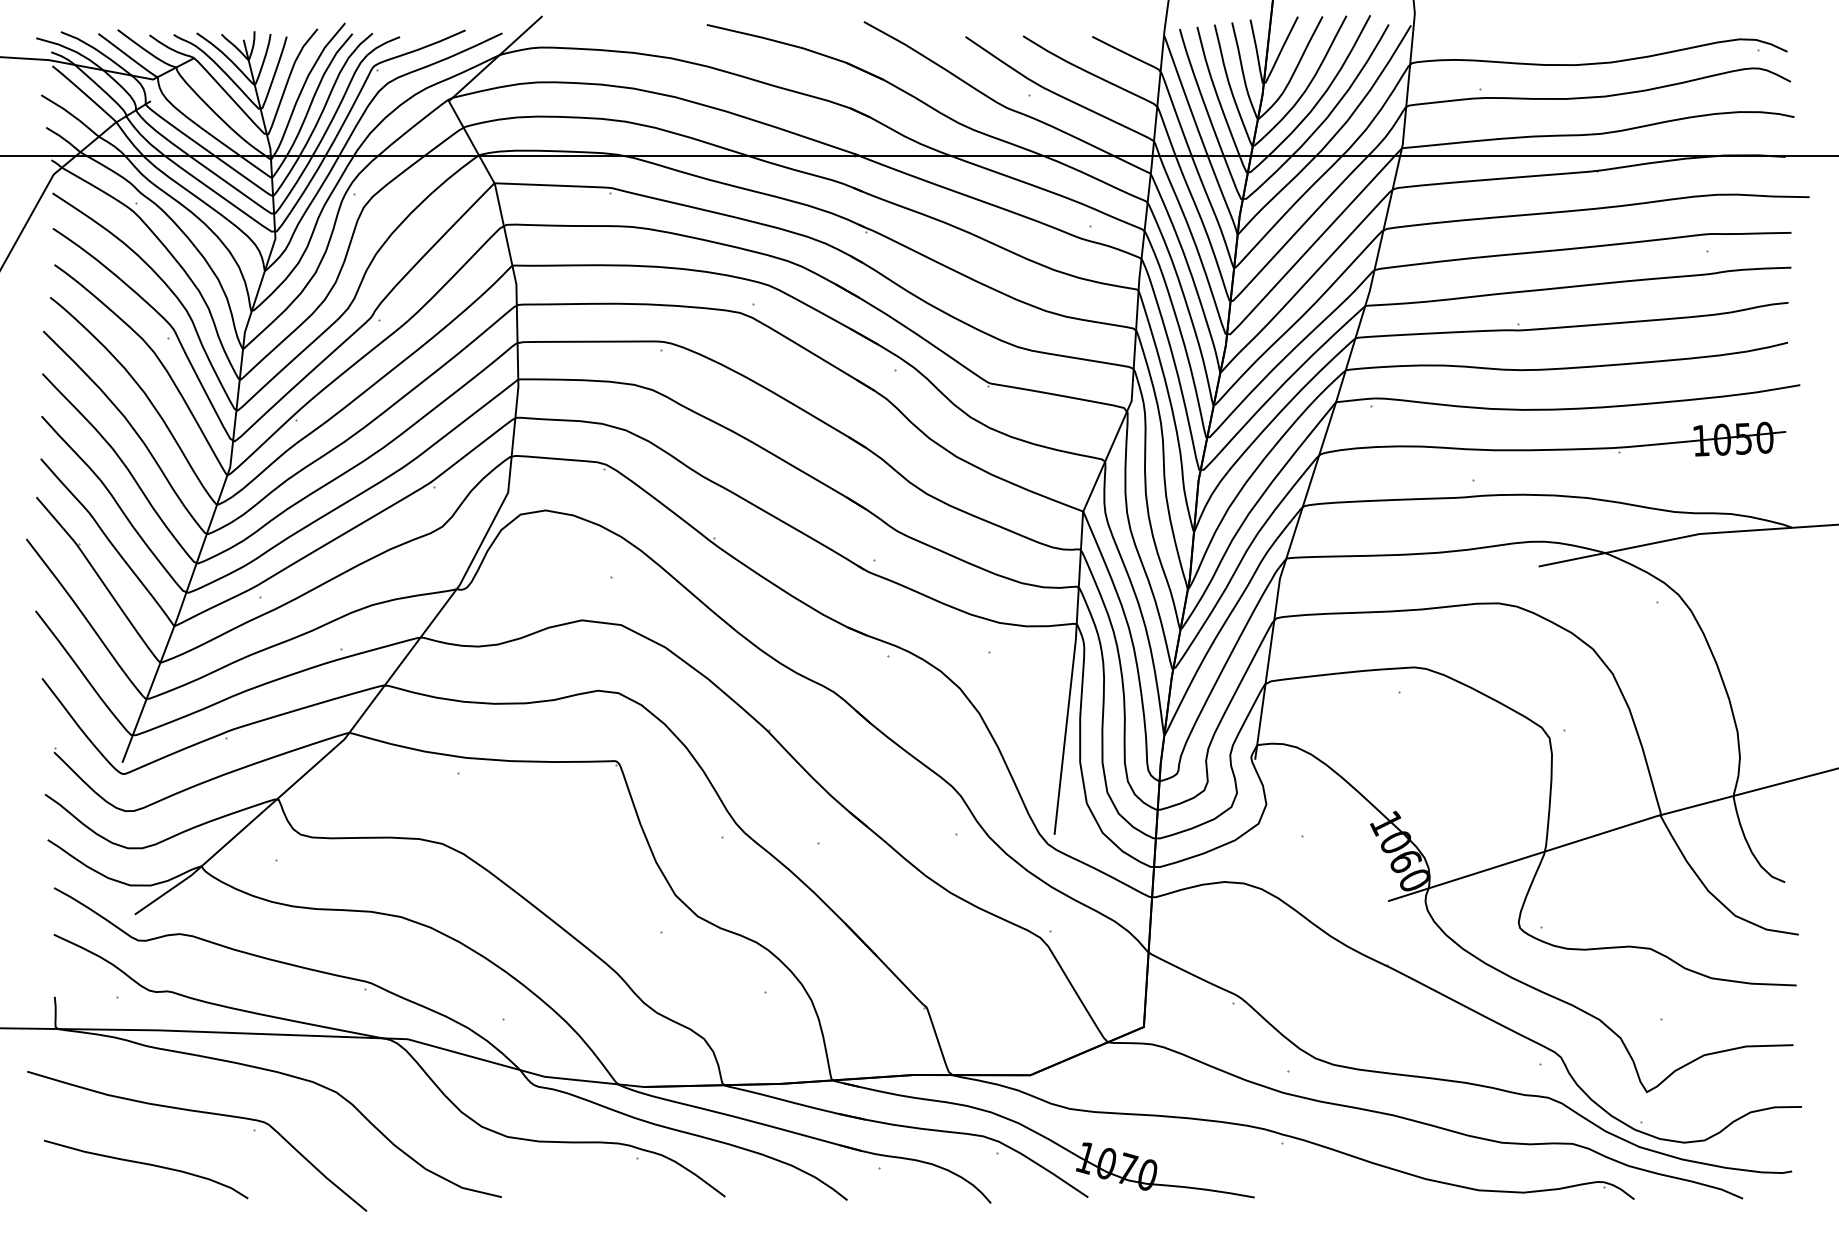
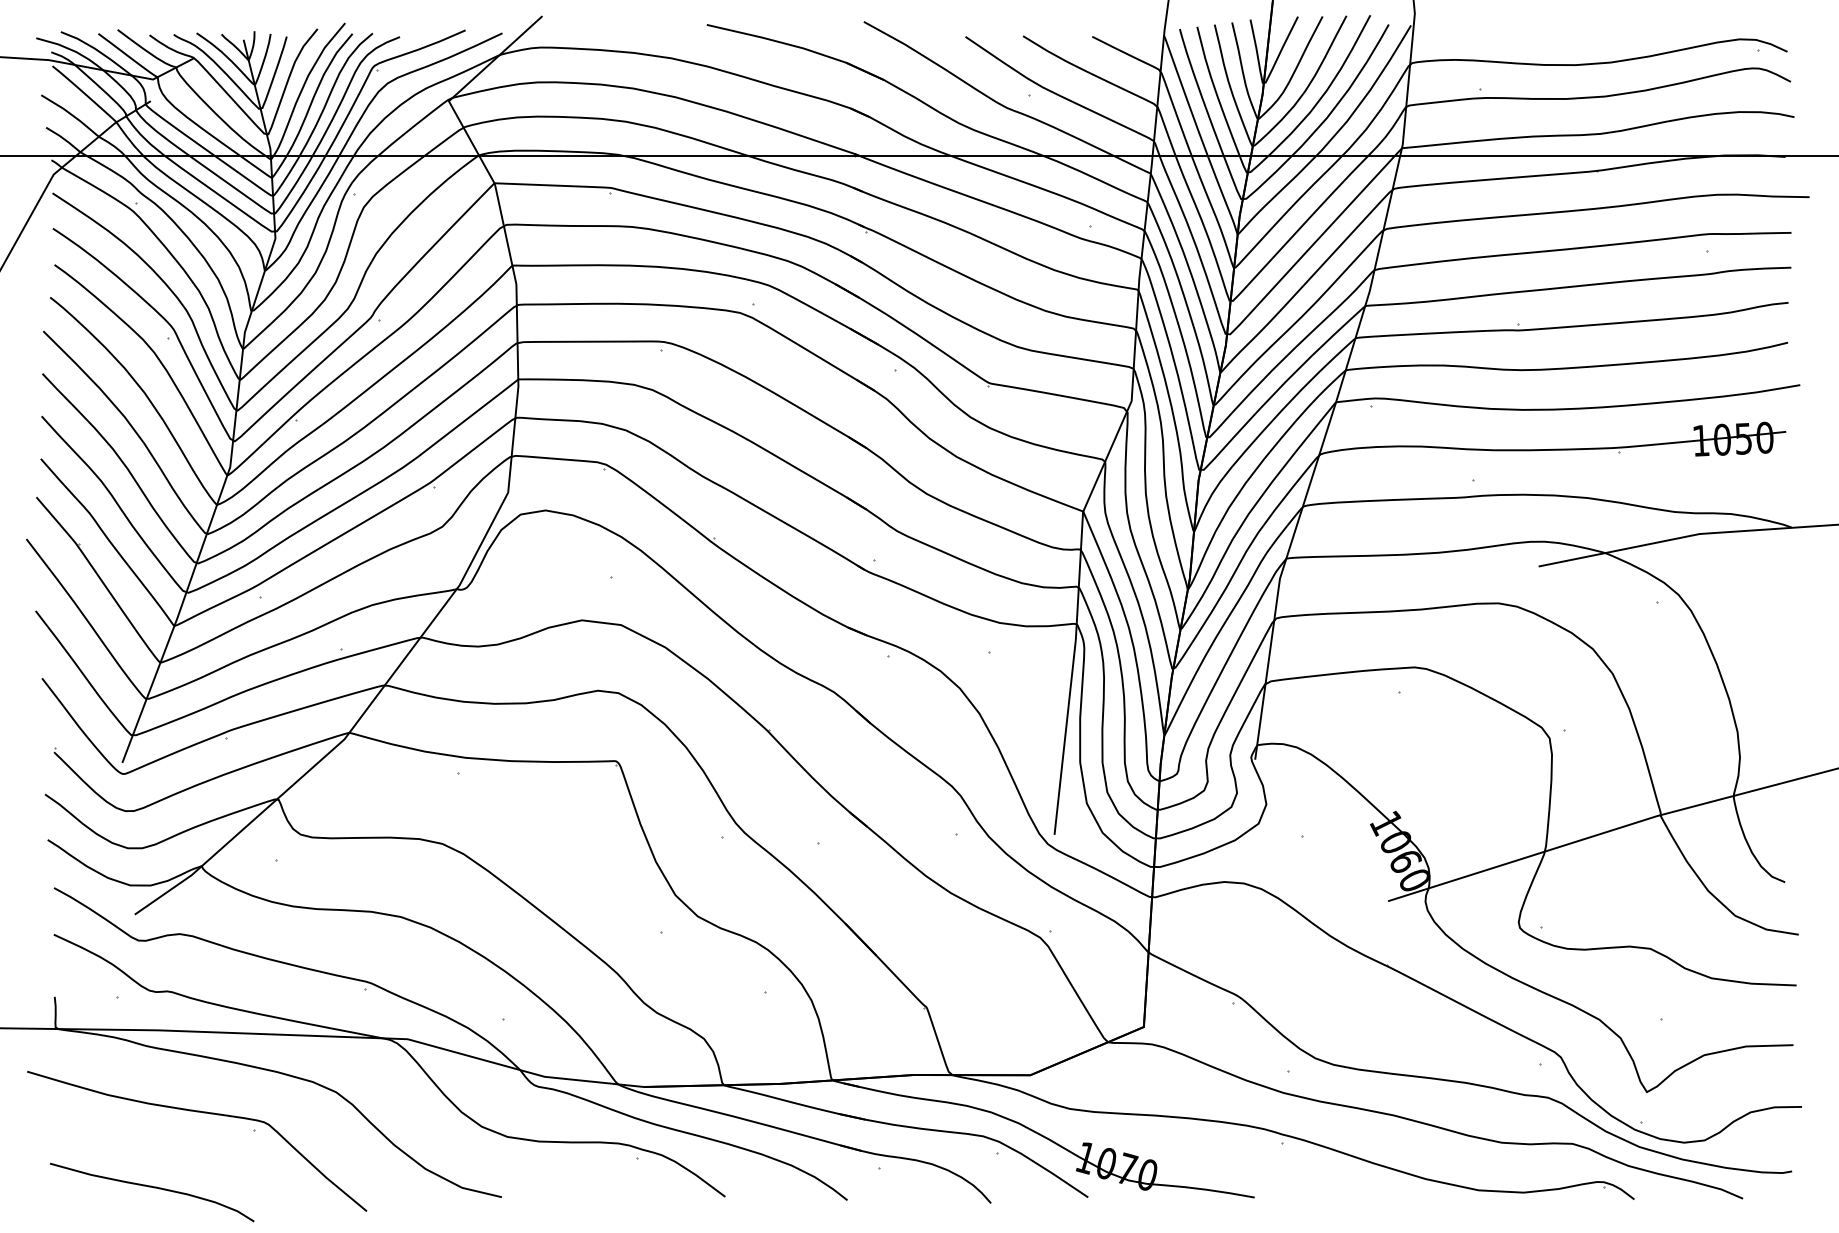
curve at (147, 1165) position: (147, 1165) -> (153, 1188)
